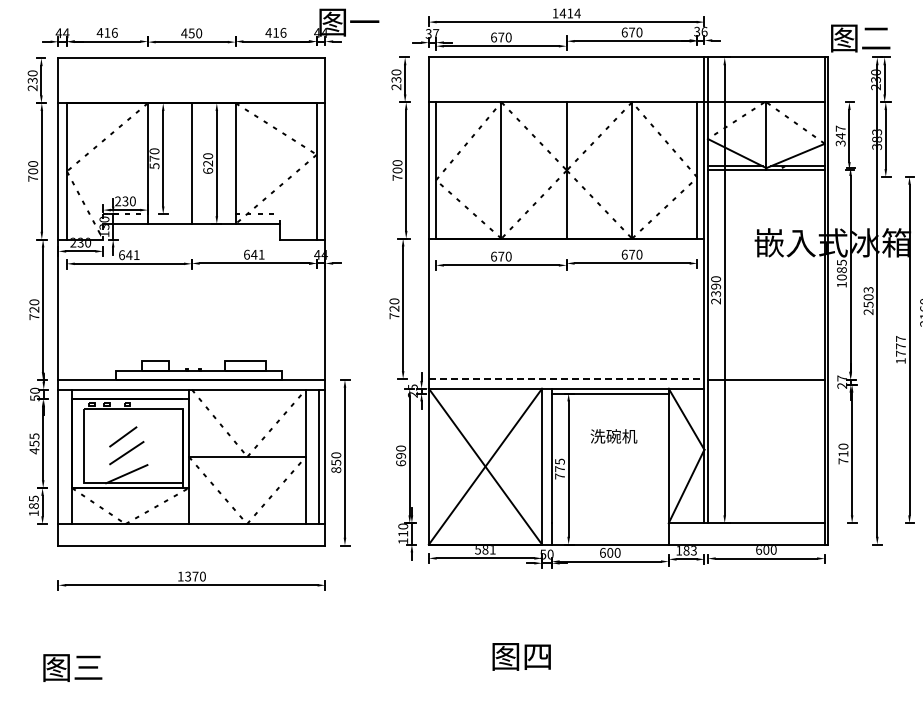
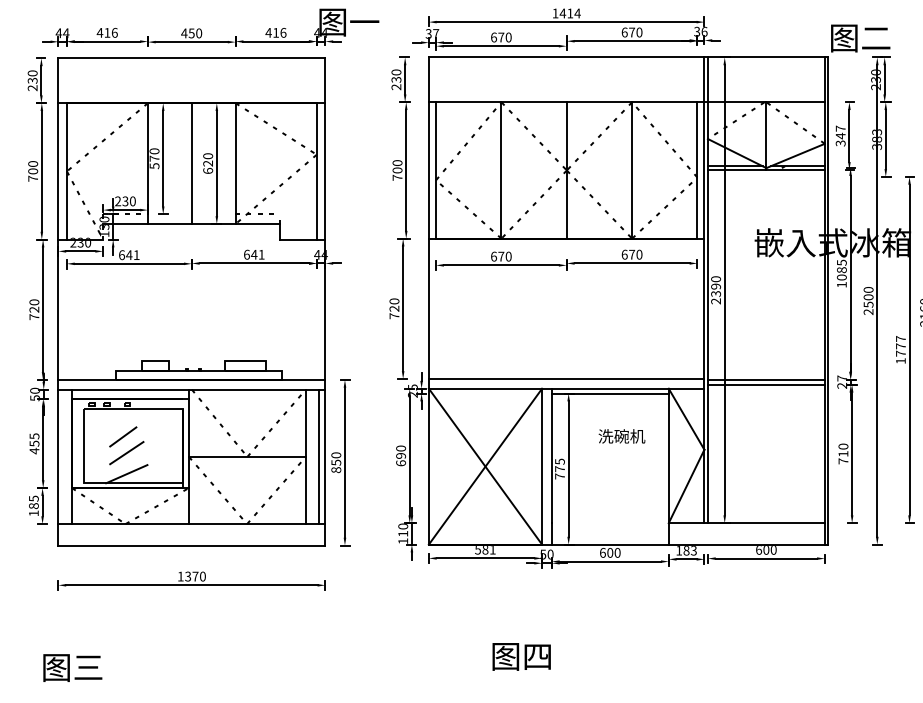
text at (868, 289): 2503 -> 2500
line at (566, 378): dashed -> solid
line at (765, 384): none -> present
text at (613, 436) position: (613, 436) -> (621, 436)
